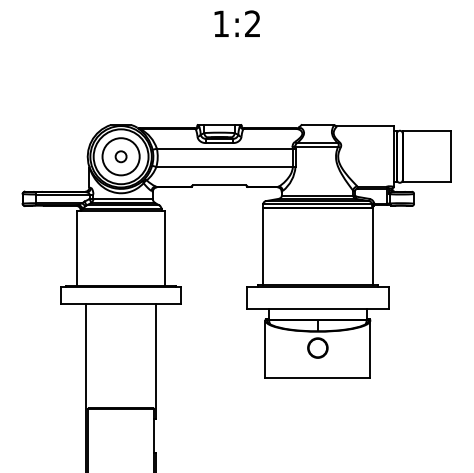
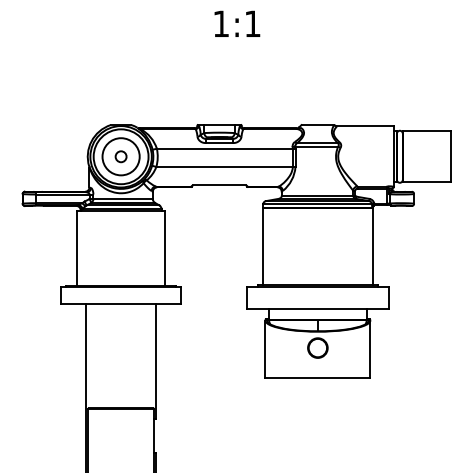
text at (252, 23): 1:2 -> 1:1
